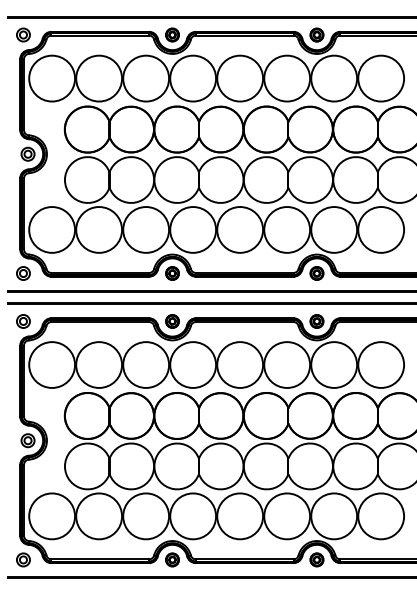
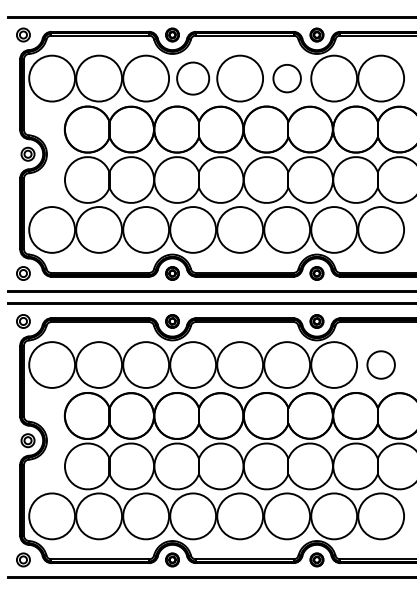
circle at (193, 78) diameter: 46 px -> 32 px
circle at (287, 78) diameter: 46 px -> 28 px
circle at (381, 364) diameter: 46 px -> 28 px
